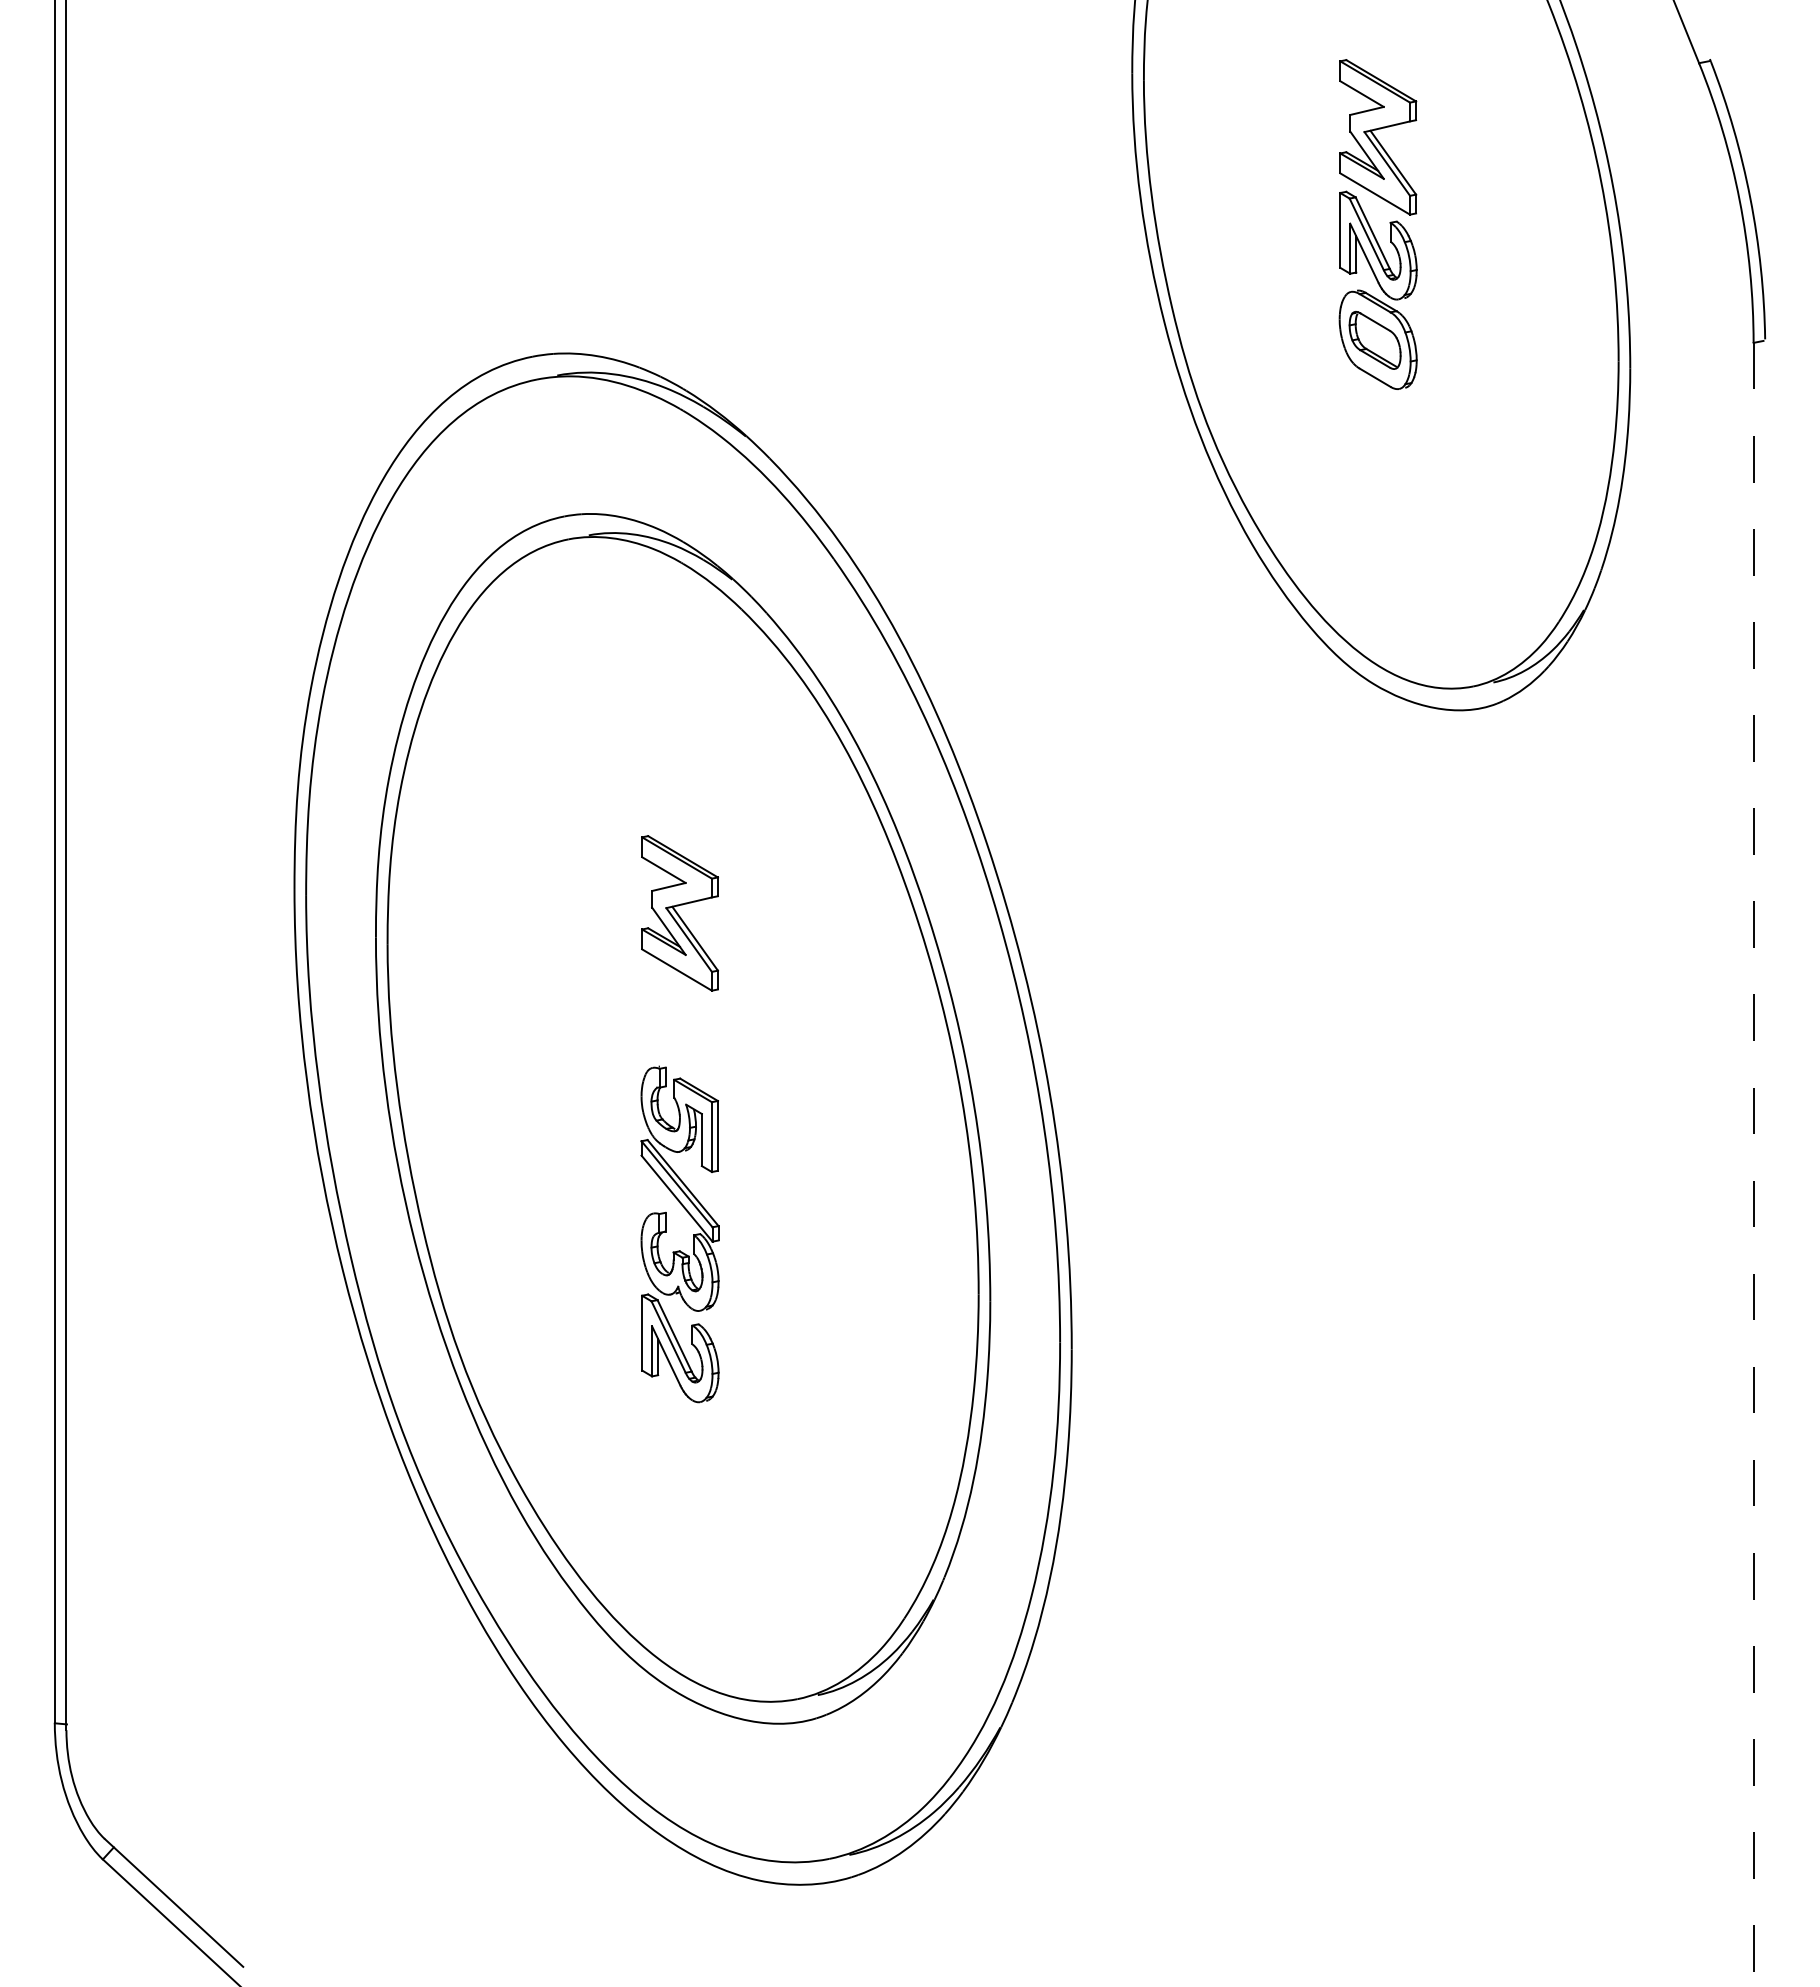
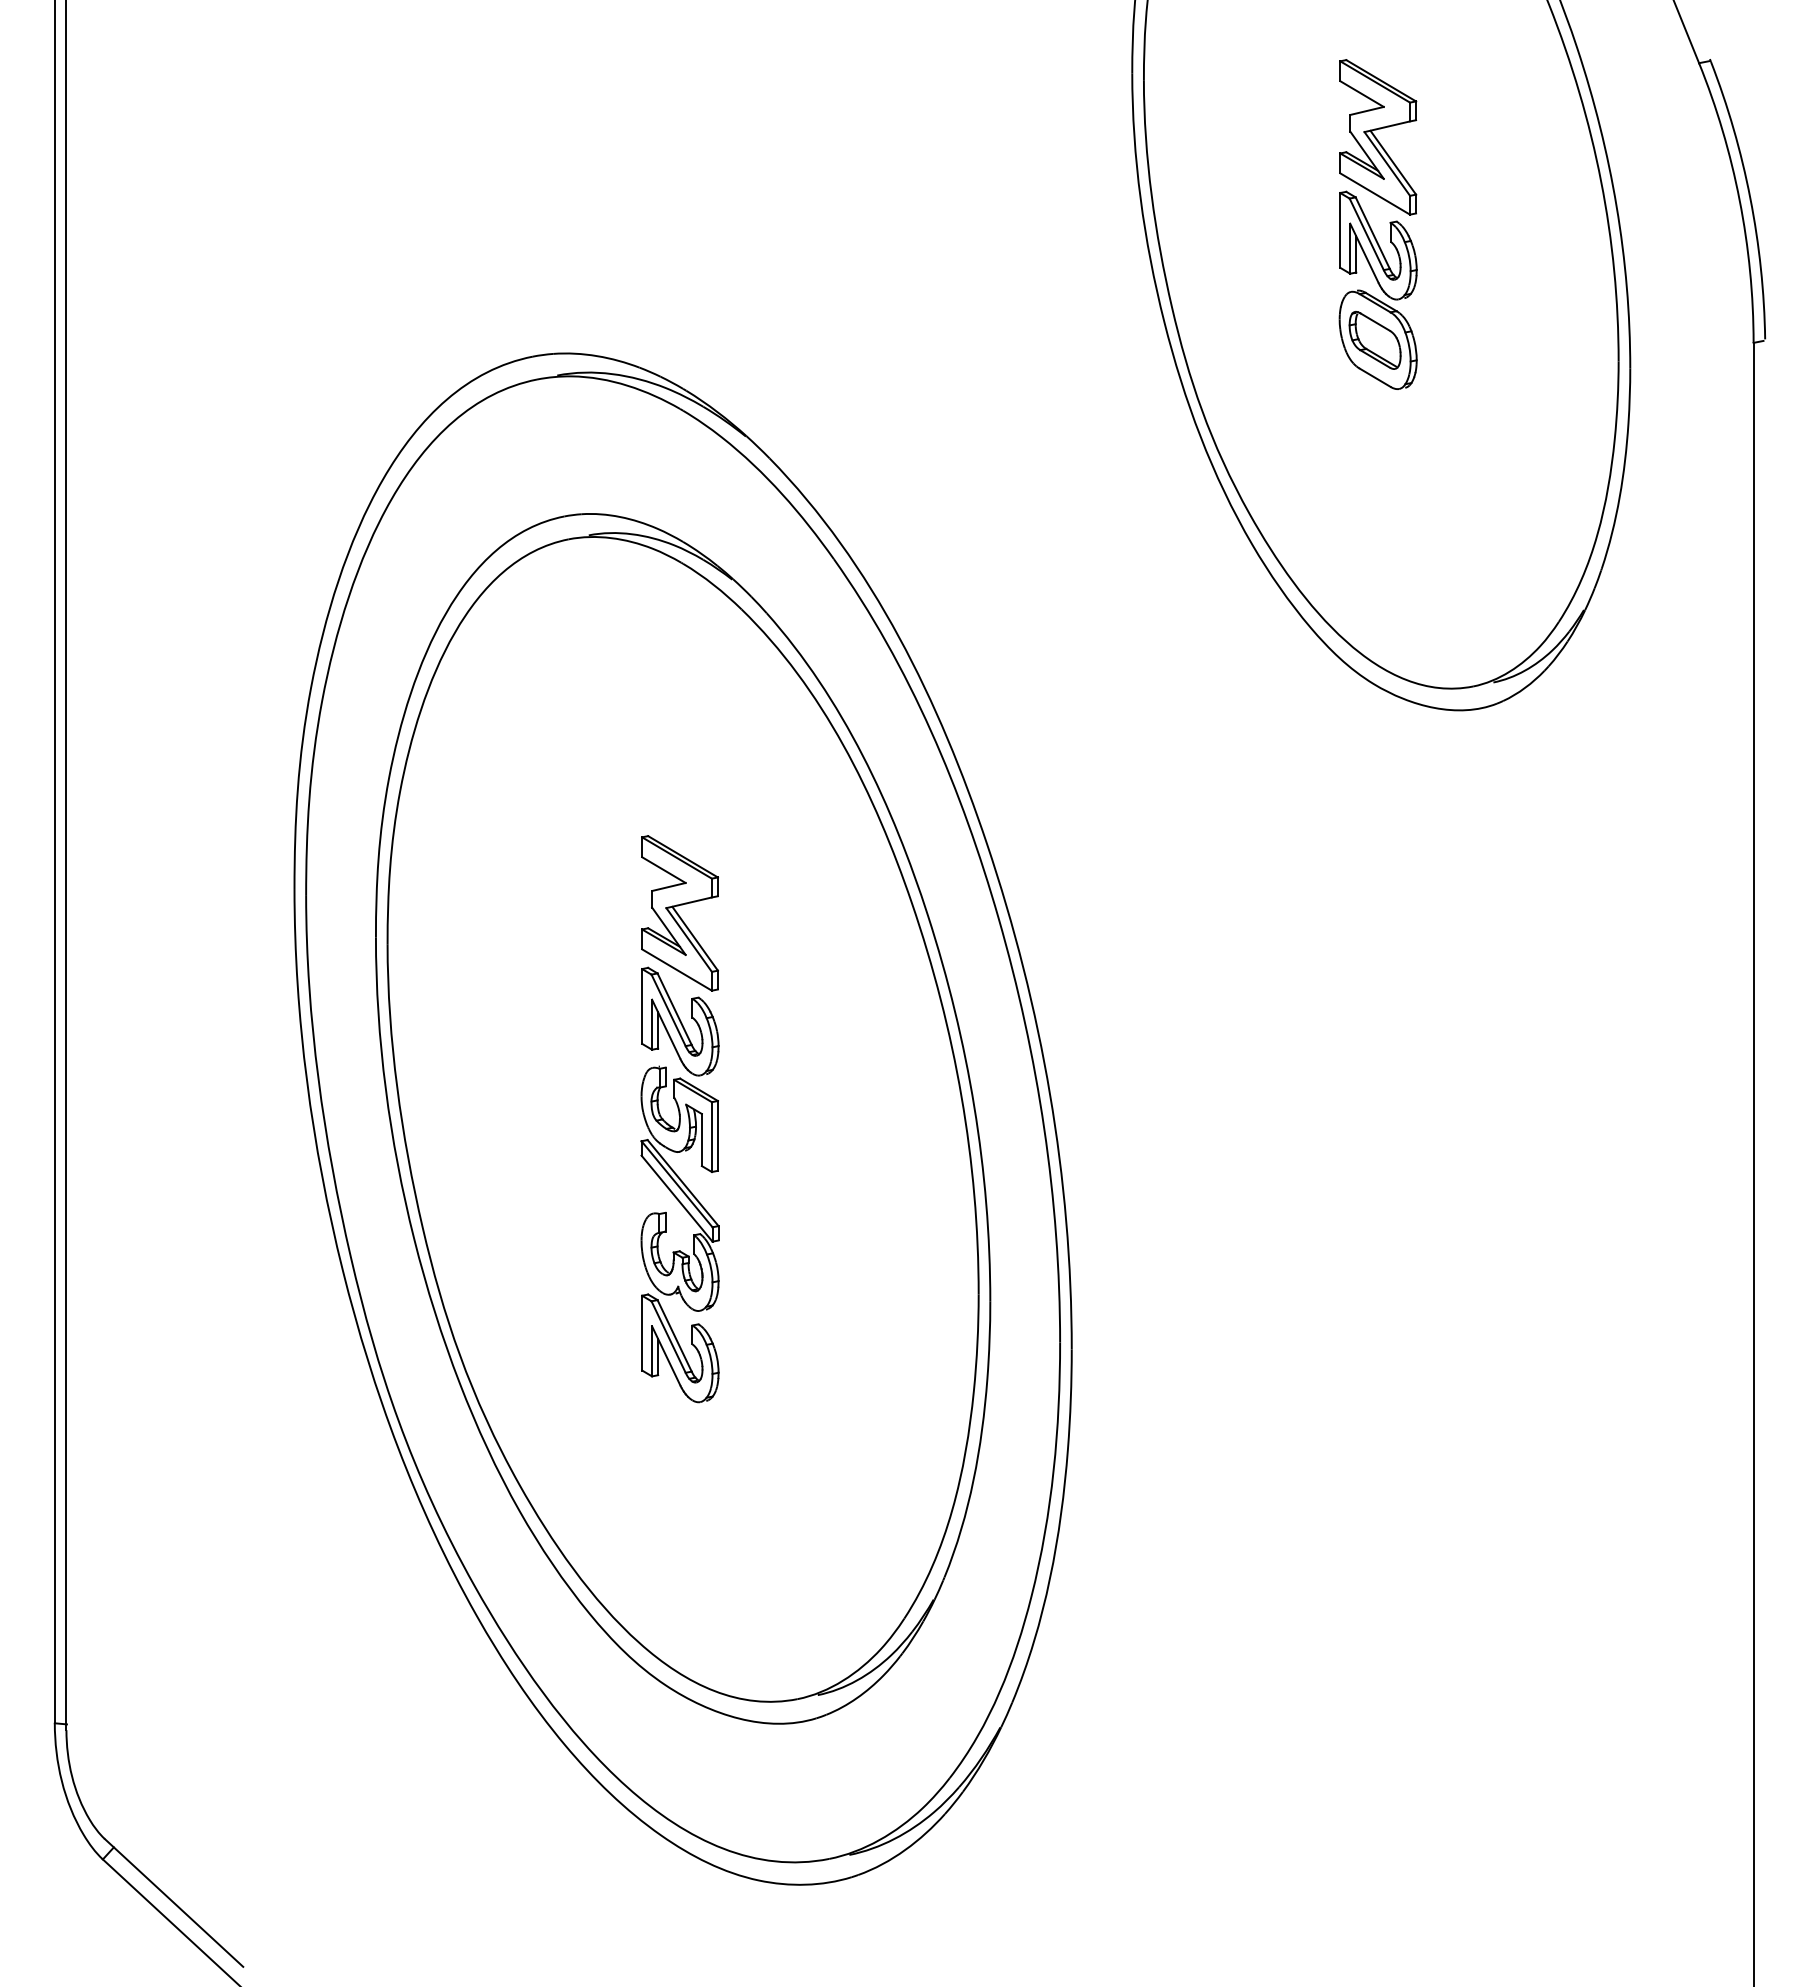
part at (680, 1021): none -> present
line at (1753, 1164): dashed -> solid
